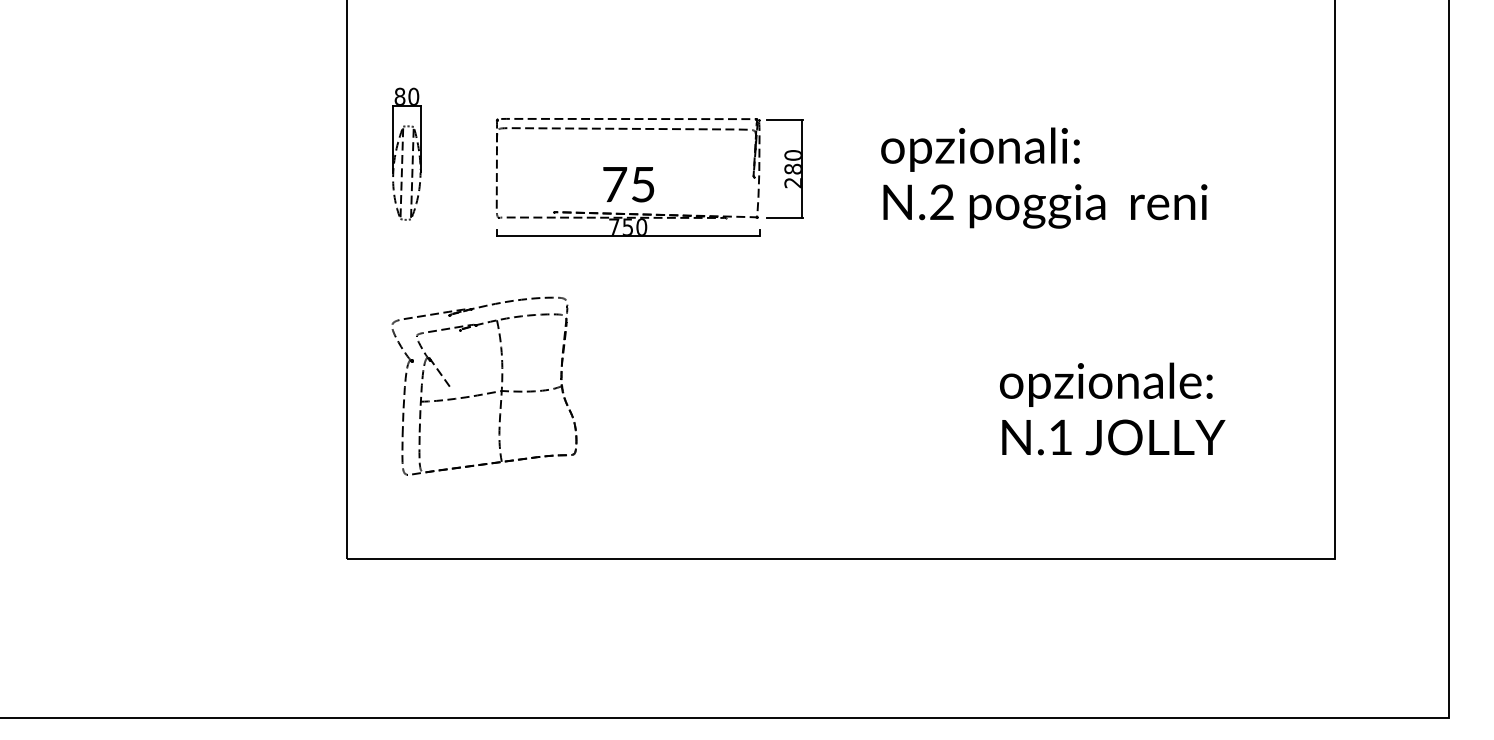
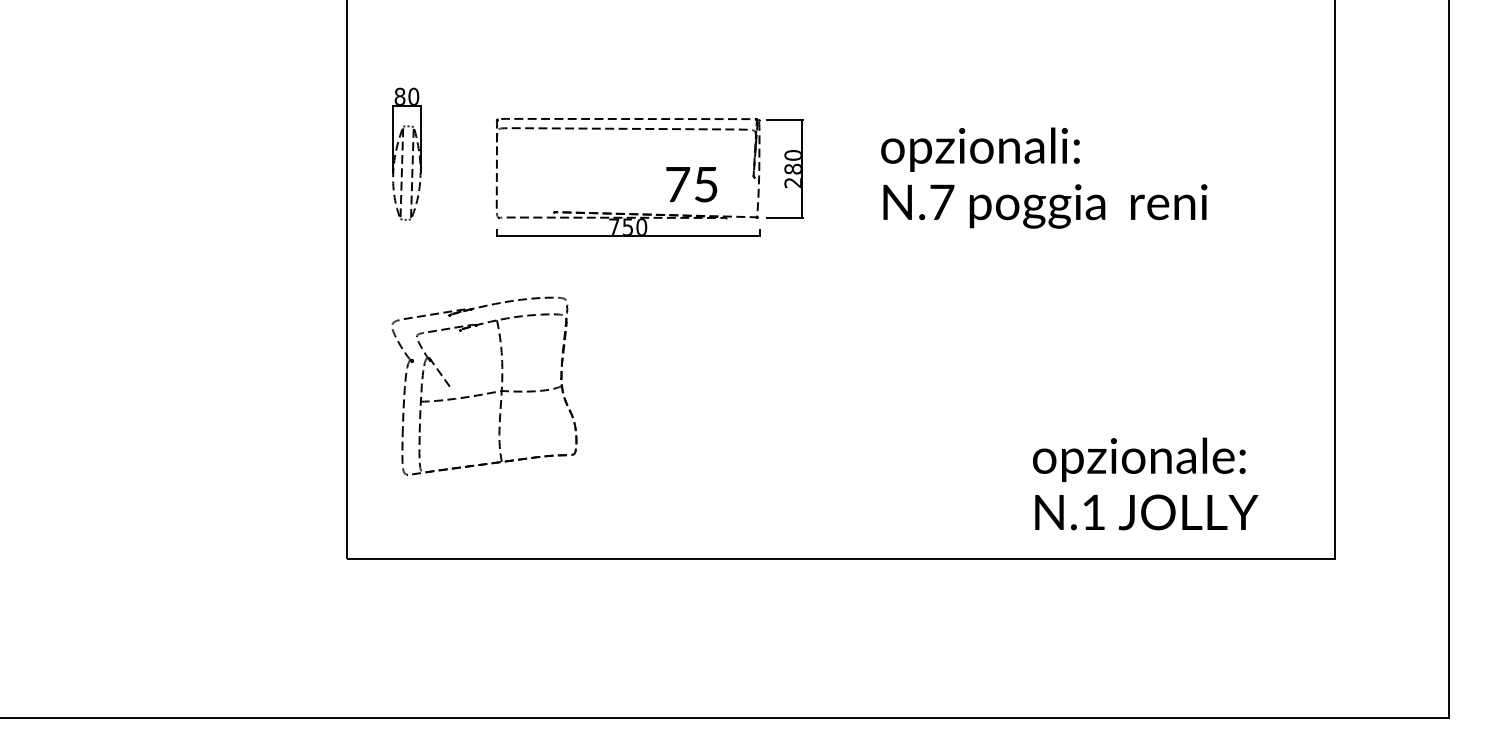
text at (628, 184) position: (628, 184) -> (691, 184)
text at (942, 201): N.2 -> N.7
text at (1112, 408) position: (1112, 408) -> (1145, 483)
